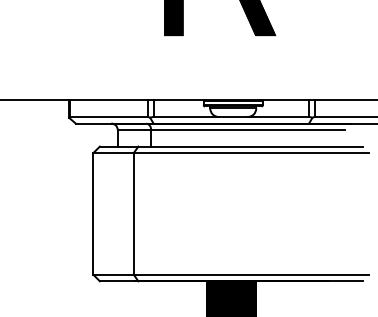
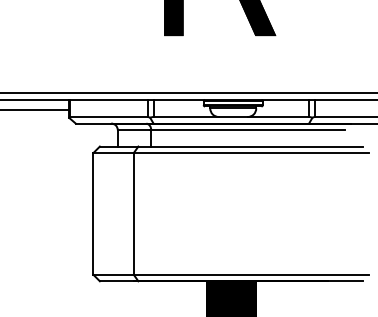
line at (188, 93): none -> present
line at (35, 109): none -> present
